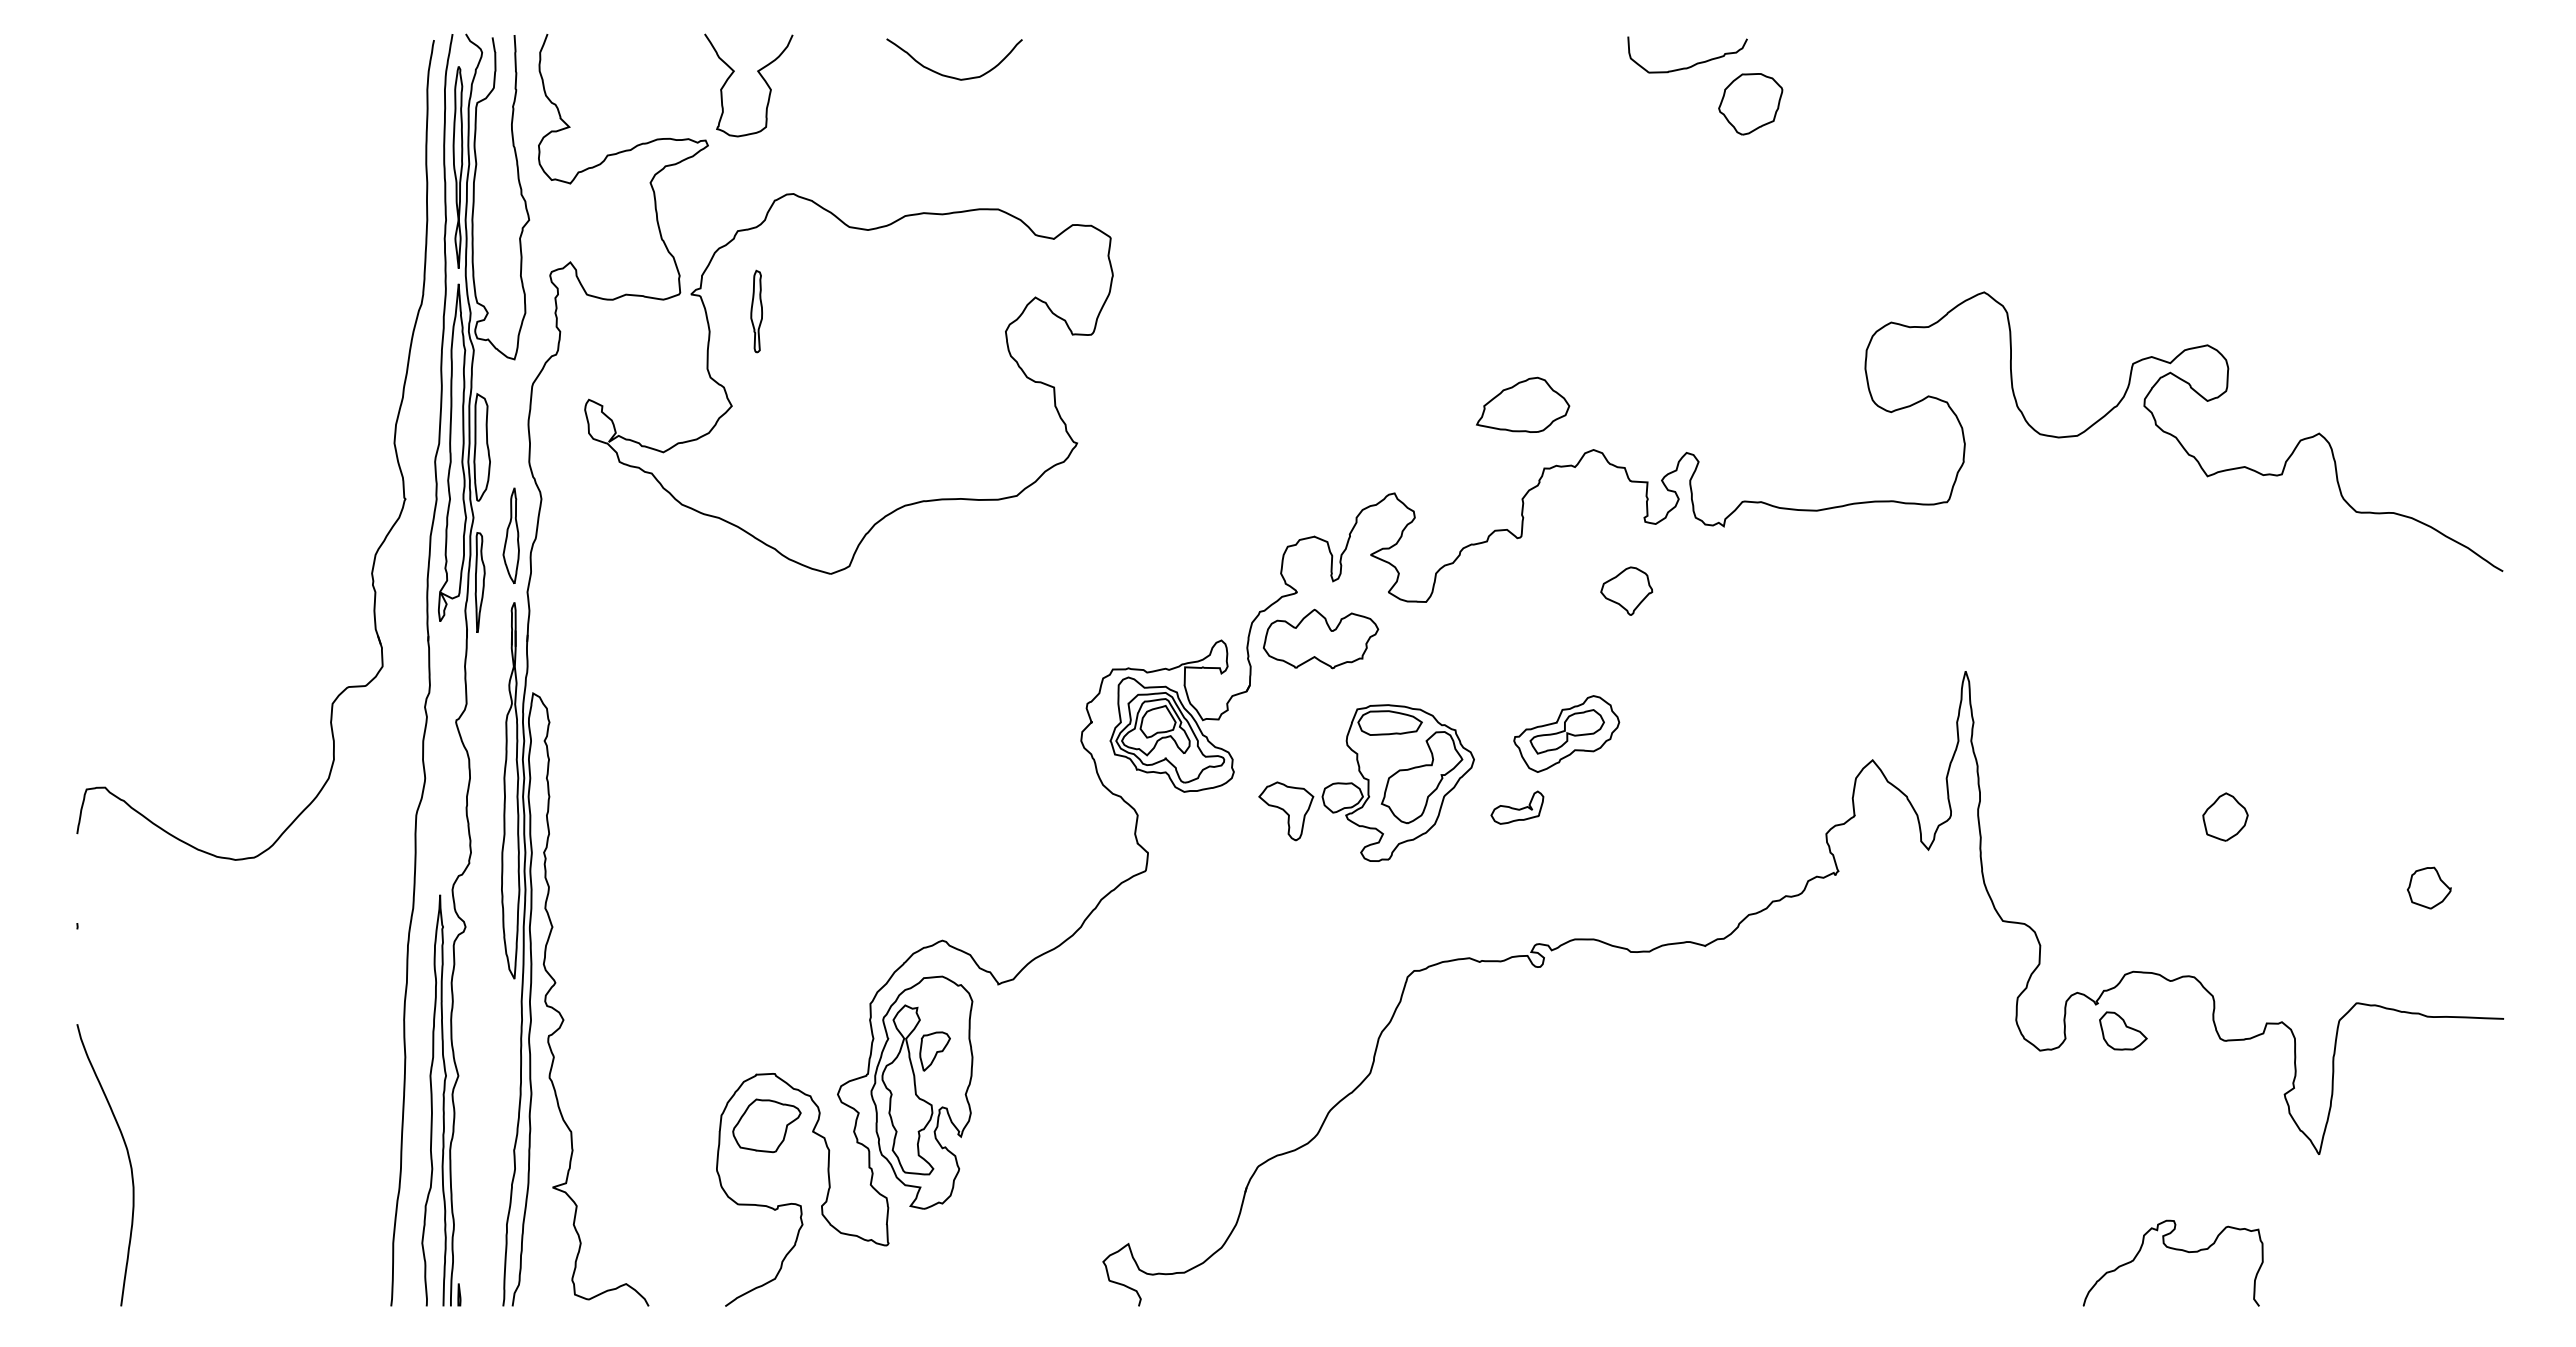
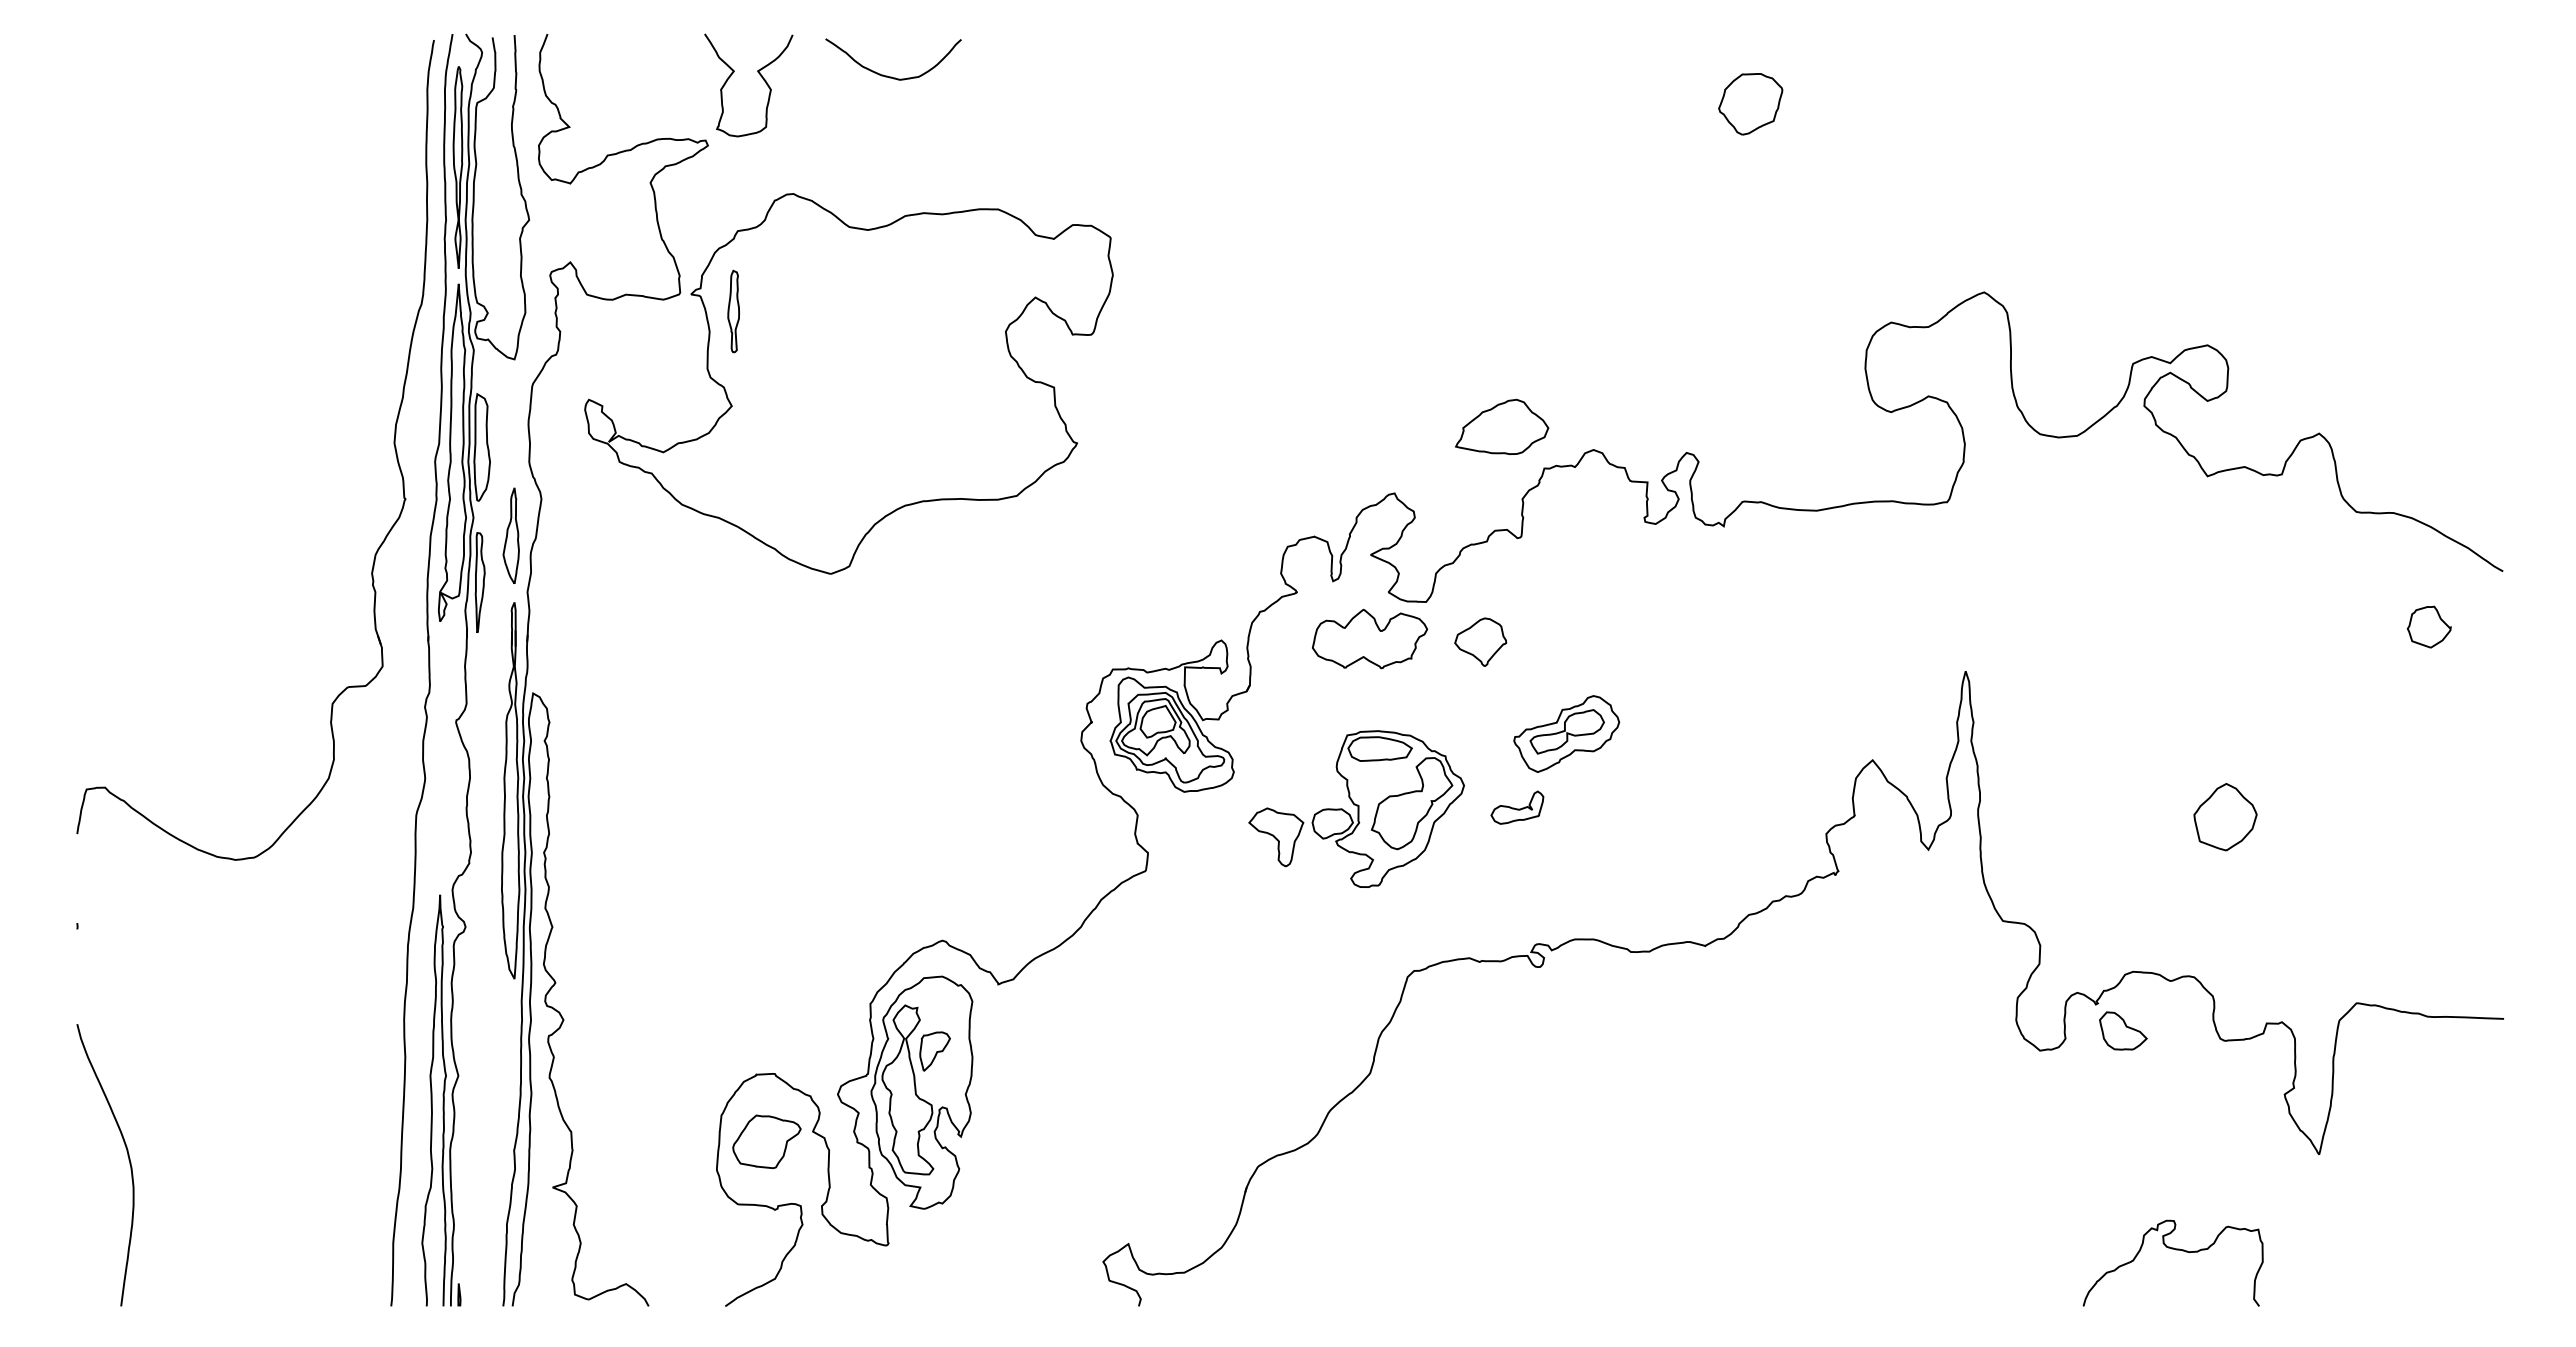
curve at (1693, 64): present -> none
curve at (948, 75) position: (948, 75) -> (887, 75)
part at (756, 311) position: (756, 311) -> (733, 311)
part at (1523, 404) position: (1523, 404) -> (1502, 426)
part at (1626, 590) position: (1626, 590) -> (1480, 641)
part at (1321, 638) position: (1321, 638) -> (1370, 638)
part at (1366, 782) position: (1366, 782) -> (1356, 808)
part at (2225, 816) size: 47x50 px -> 65x69 px
part at (2428, 887) position: (2428, 887) -> (2428, 626)
part at (766, 1125) position: (766, 1125) -> (766, 1141)
